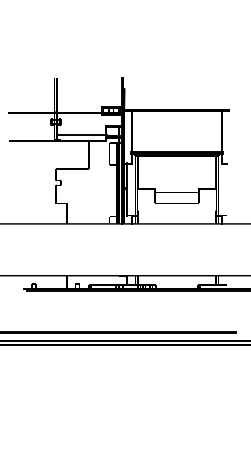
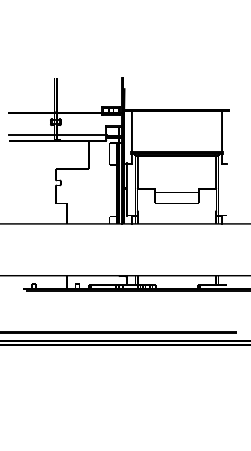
line at (31, 134): none -> present
